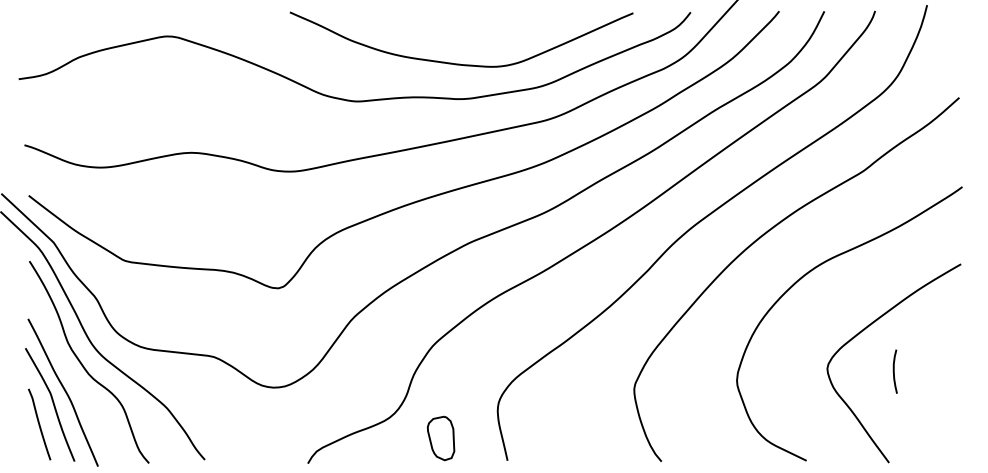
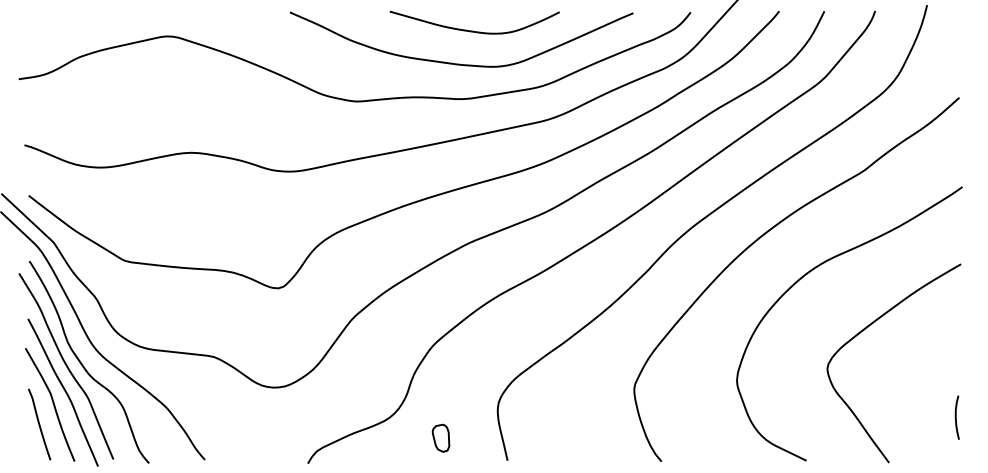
curve at (473, 30): none -> present
curve at (65, 365): none -> present
curve at (894, 371) position: (894, 371) -> (956, 417)
part at (440, 438) size: 30x47 px -> 20x30 px
